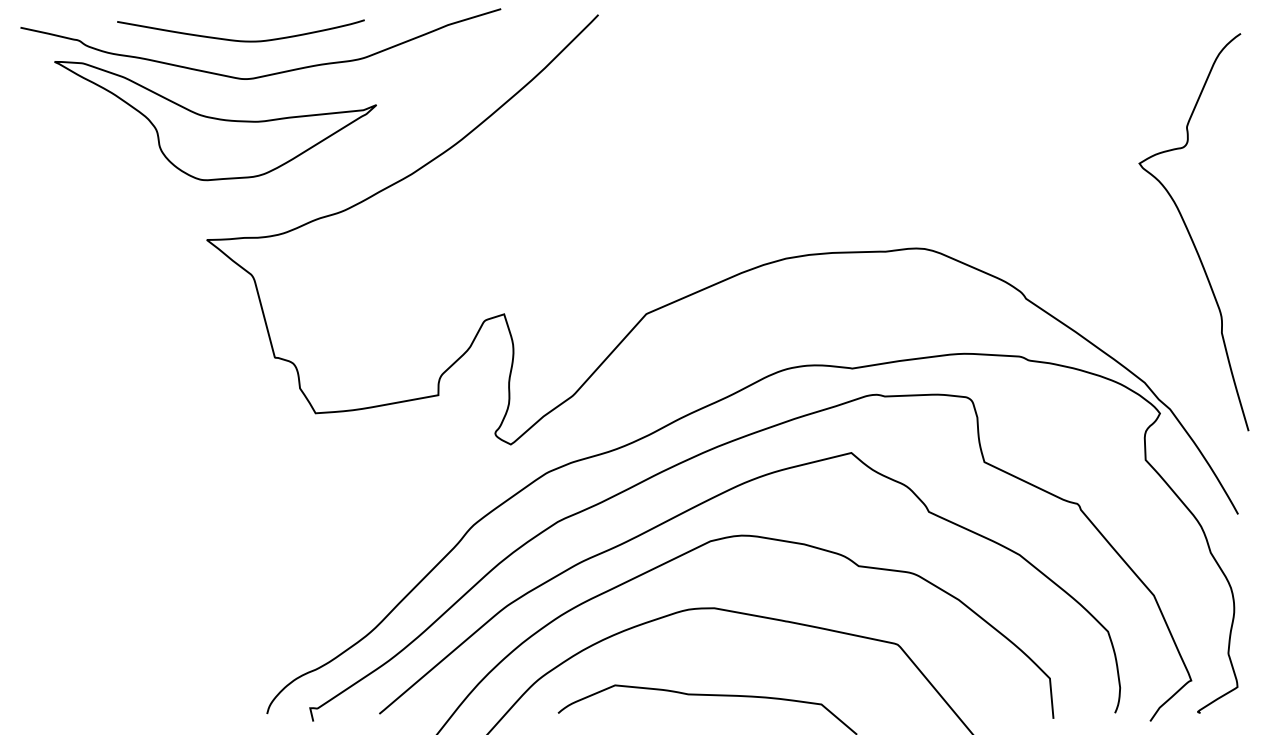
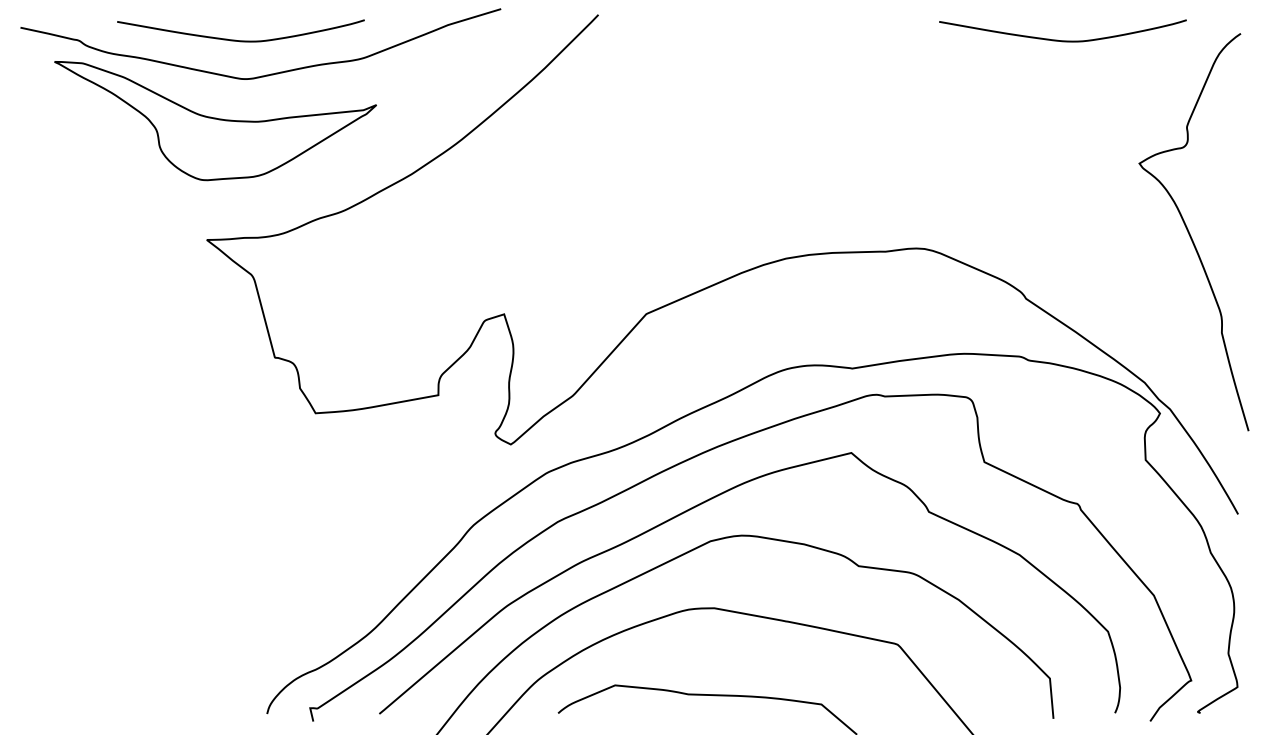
curve at (1062, 40): none -> present
